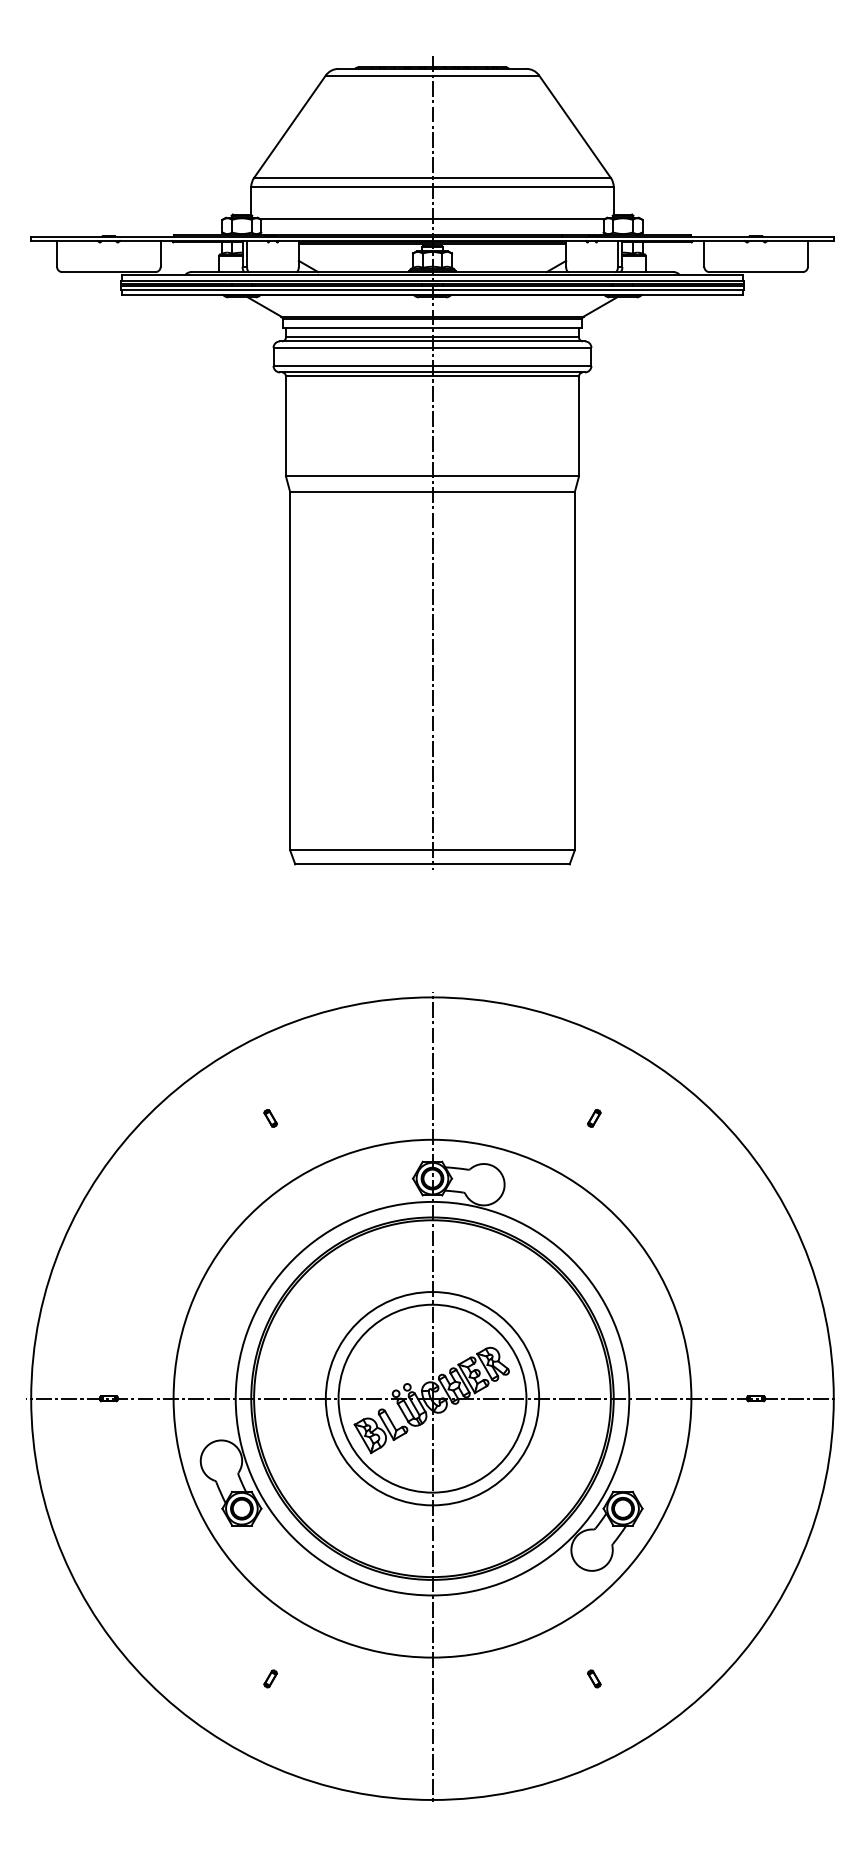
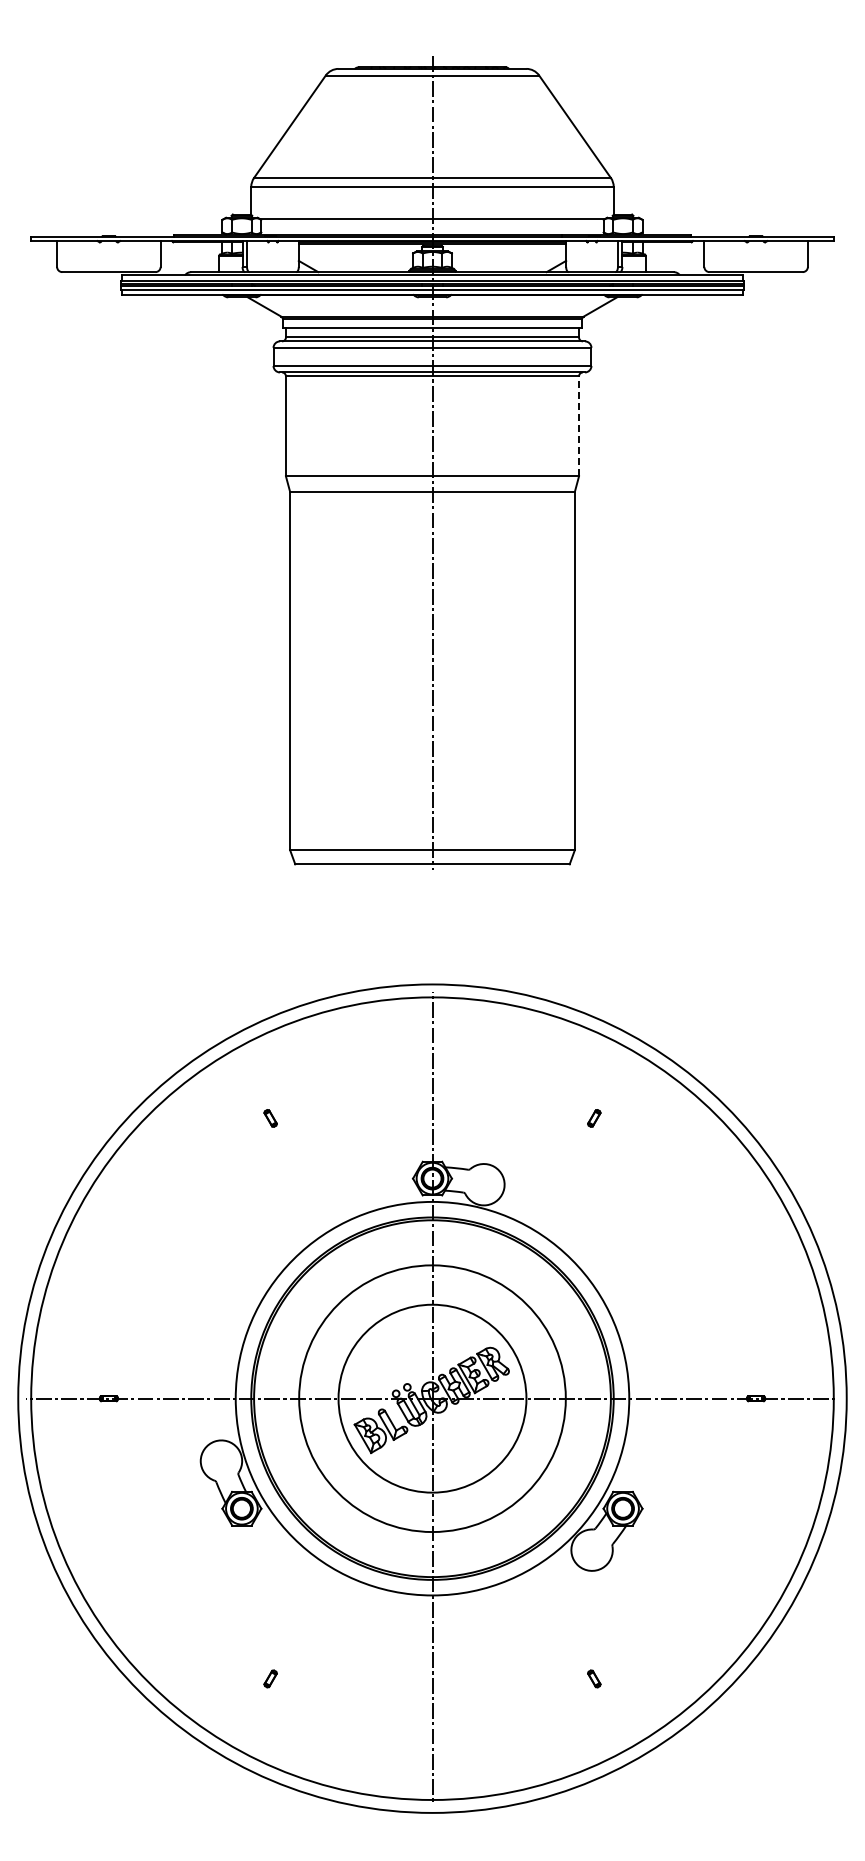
line at (579, 425): solid -> dashed
circle at (432, 1398) diameter: 213 px -> 267 px
circle at (432, 1398) diameter: 518 px -> 828 px
